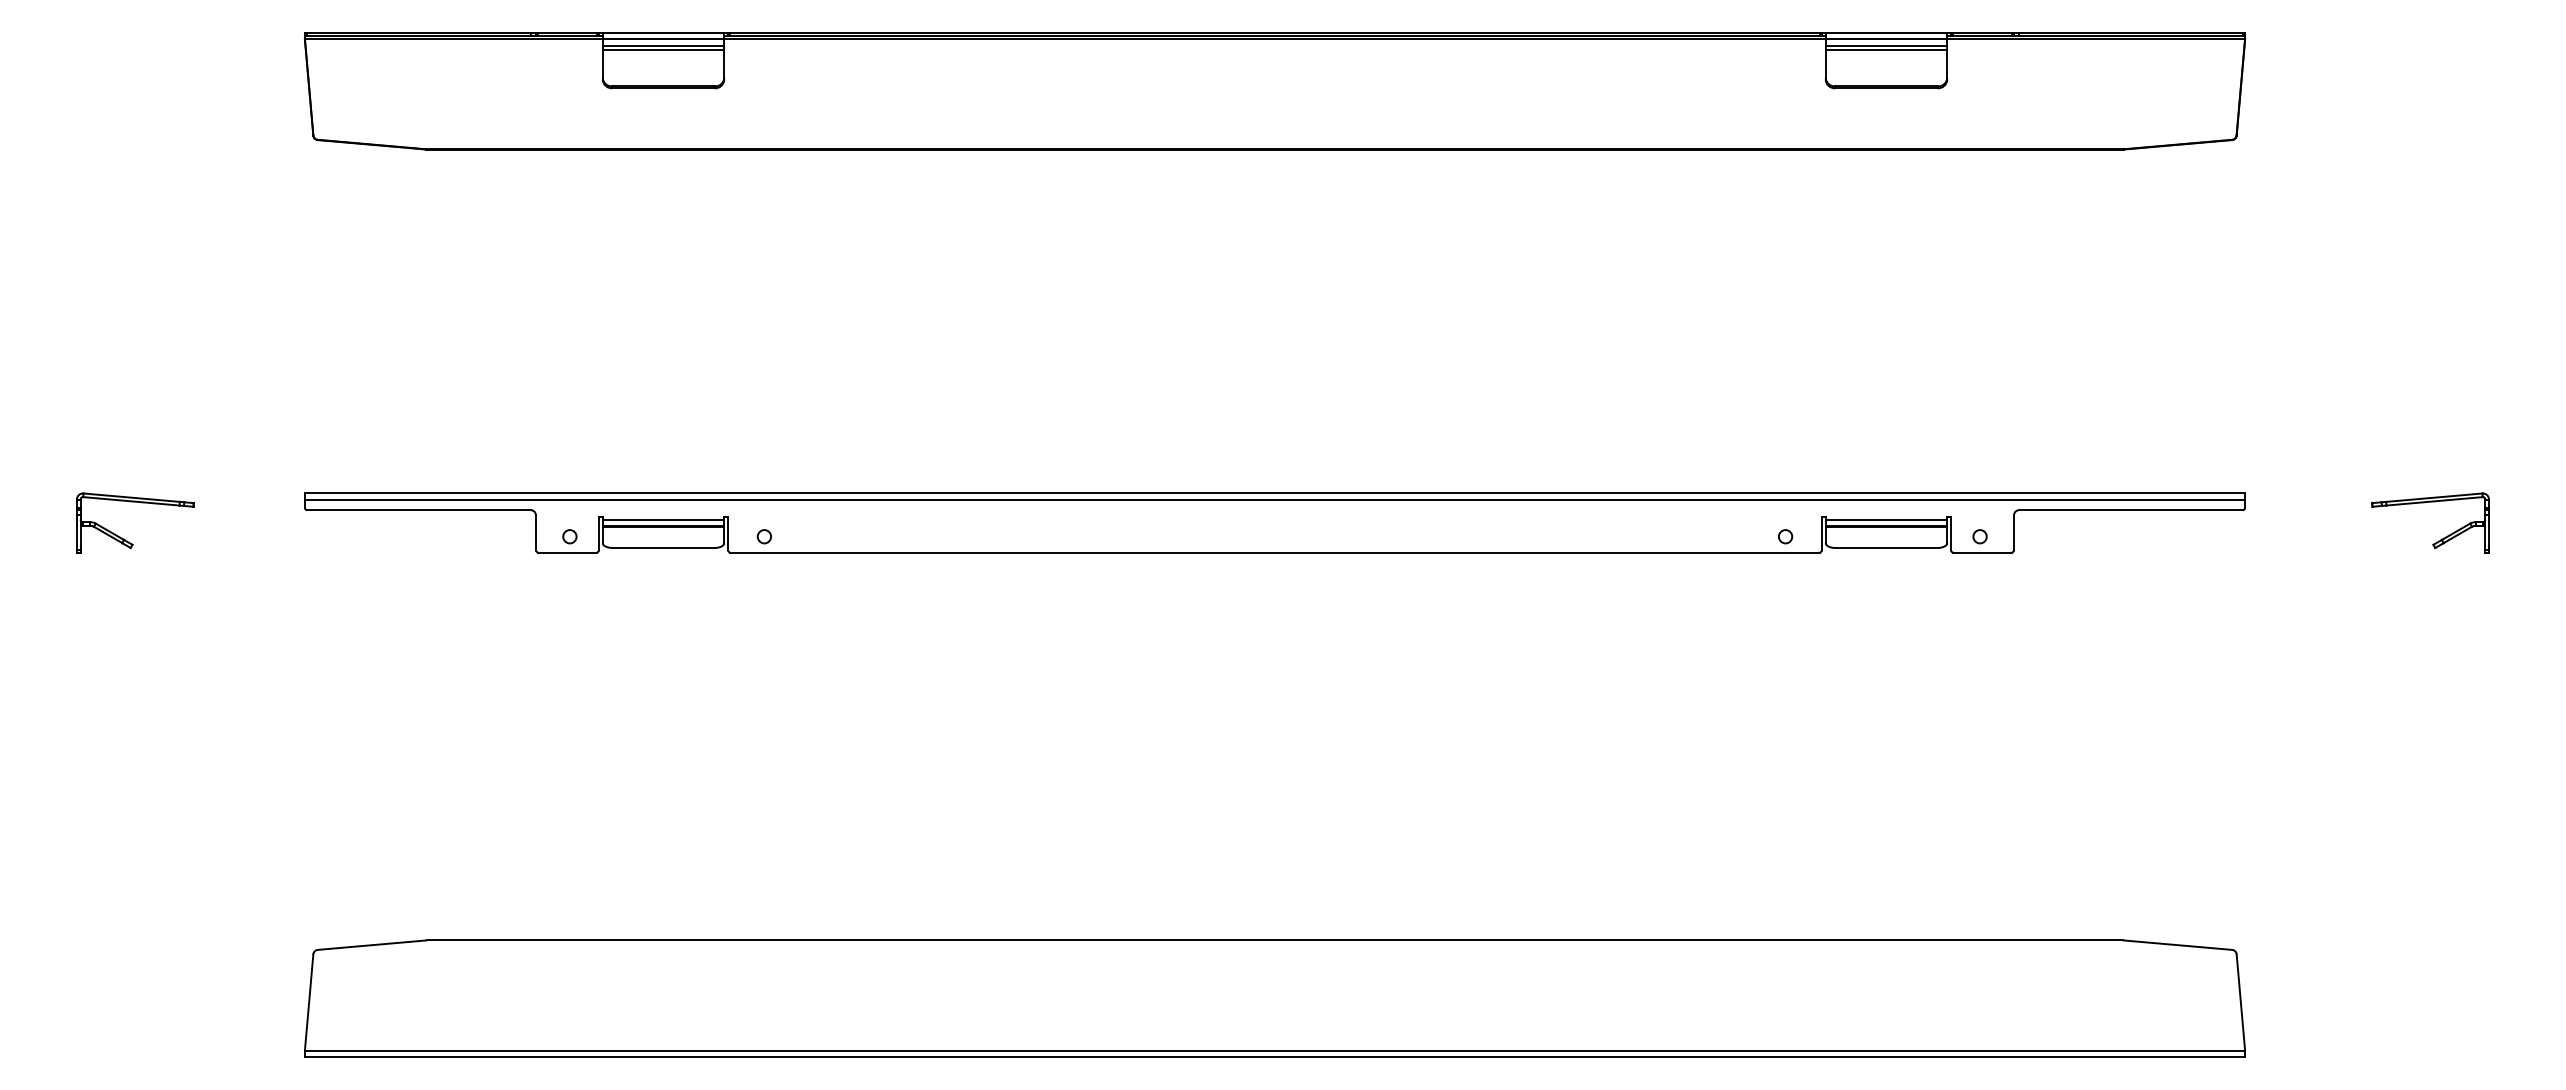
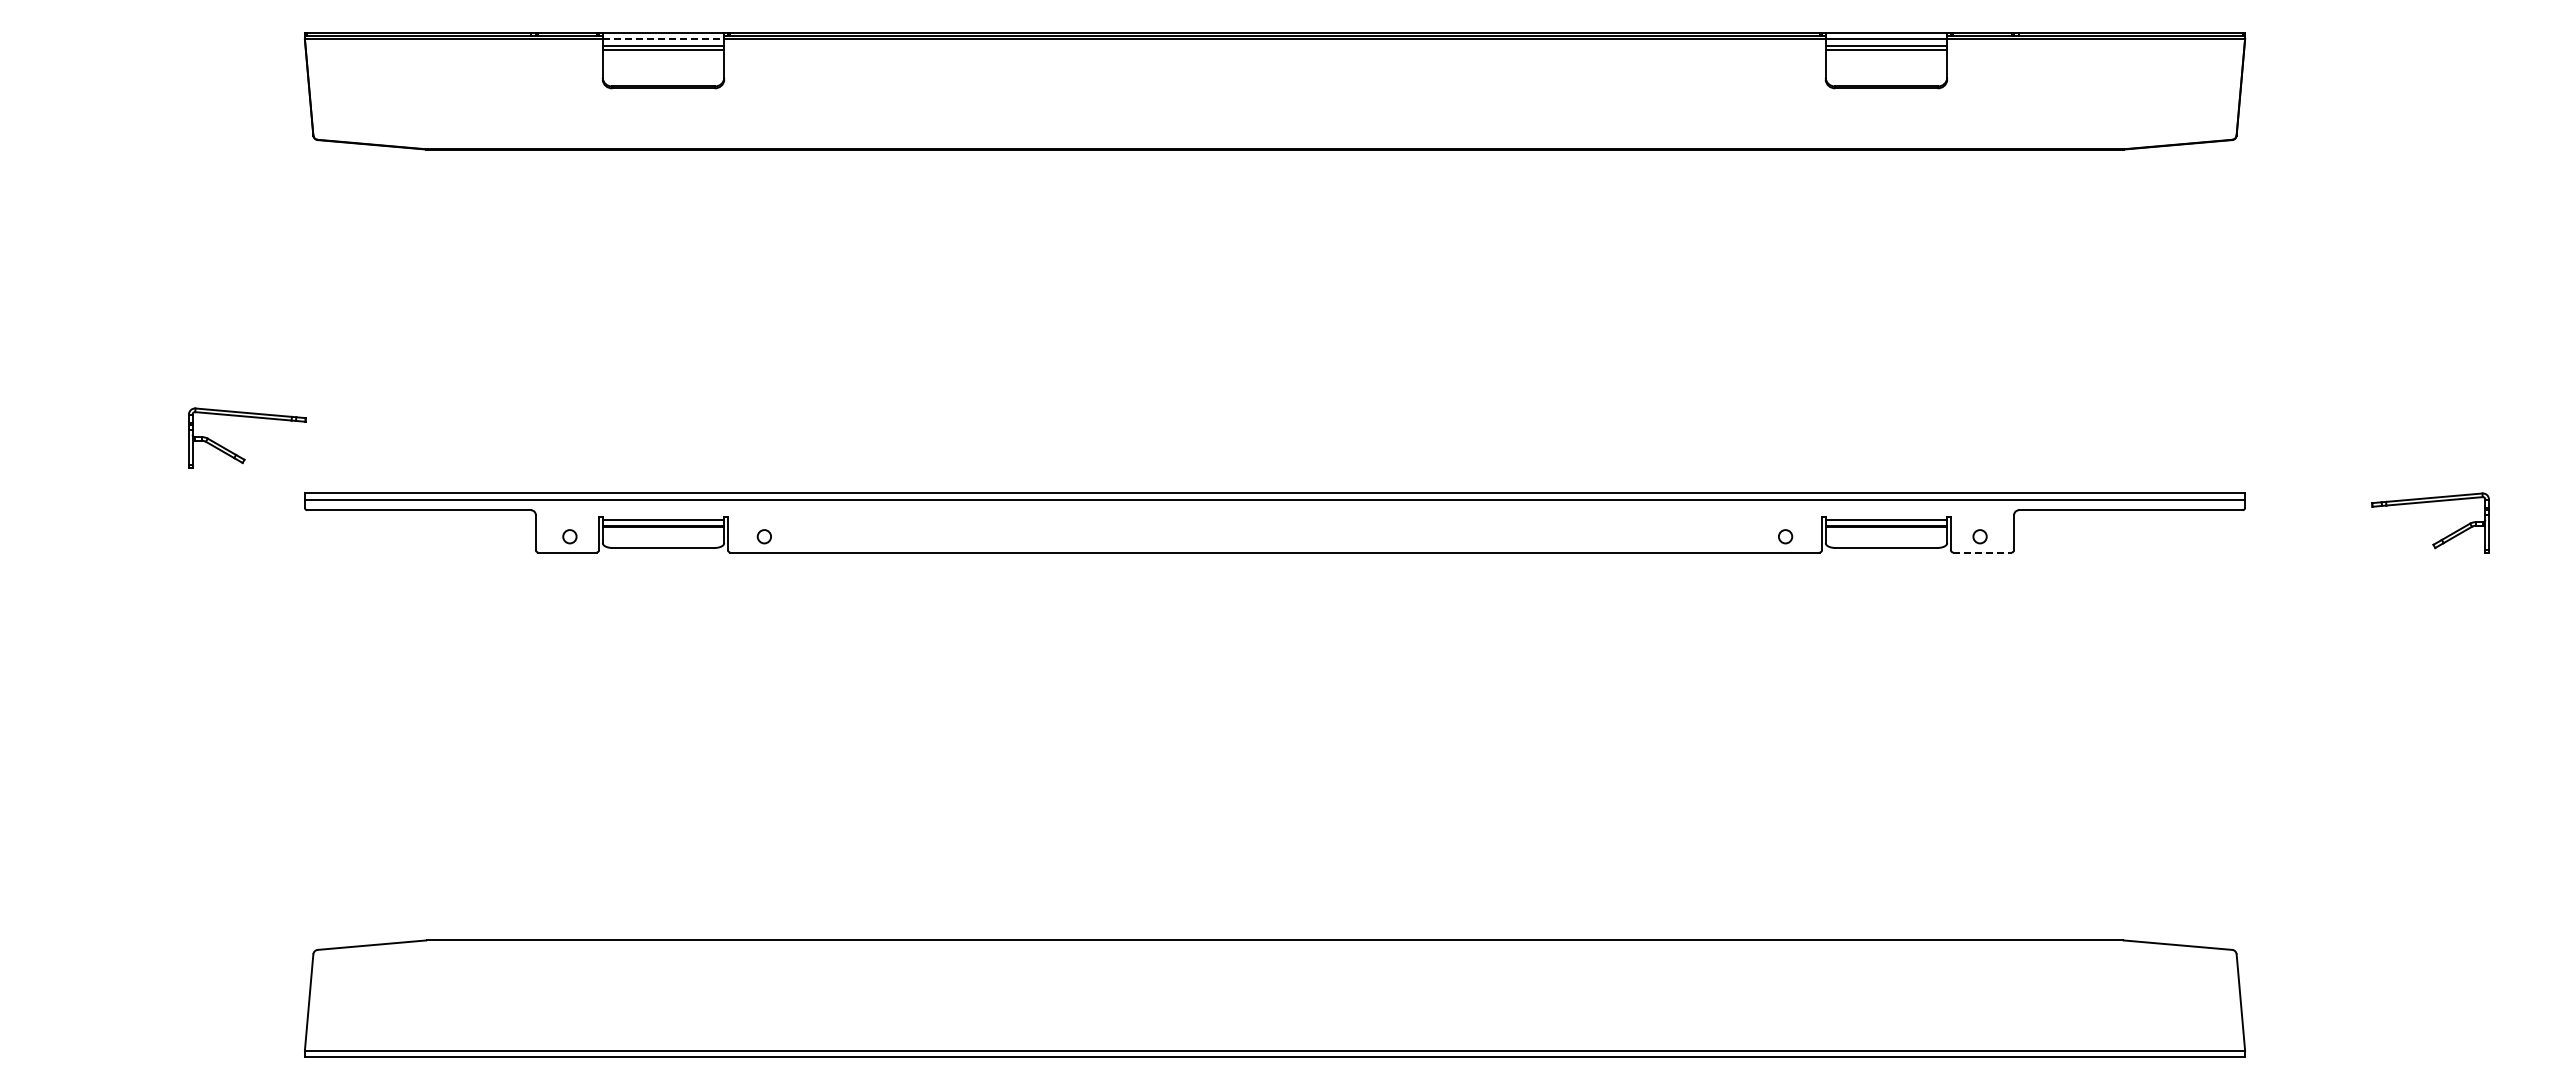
line at (663, 38): solid -> dashed
part at (127, 540) position: (127, 540) -> (239, 455)
line at (1983, 552): solid -> dashed
